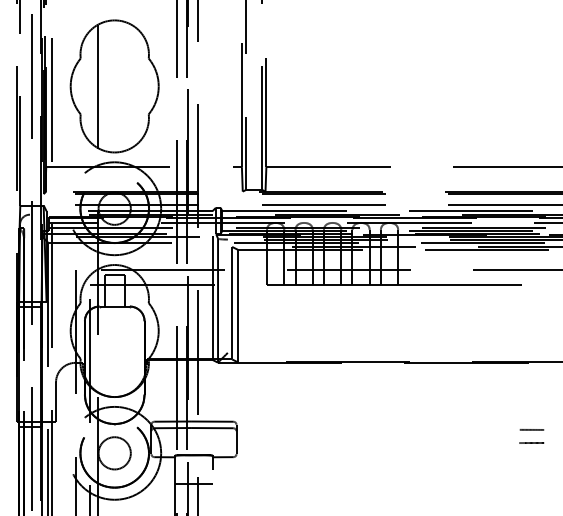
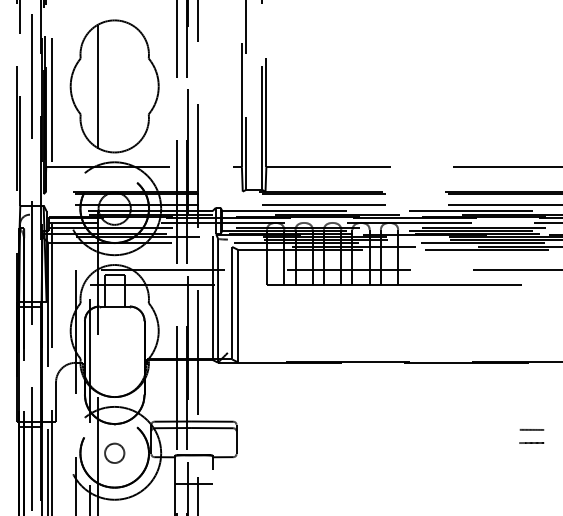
circle at (114, 453) diameter: 32 px -> 19 px
